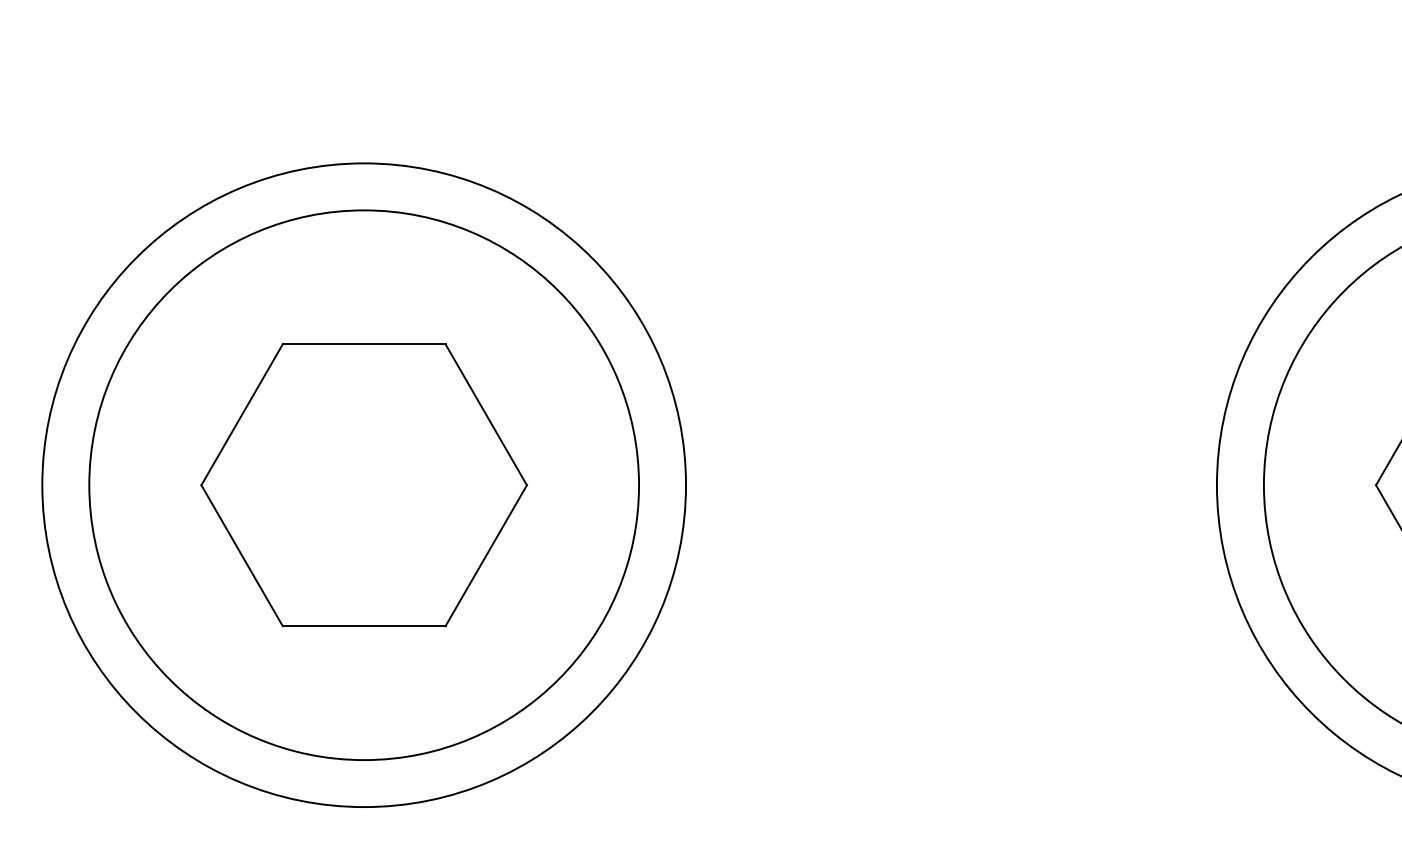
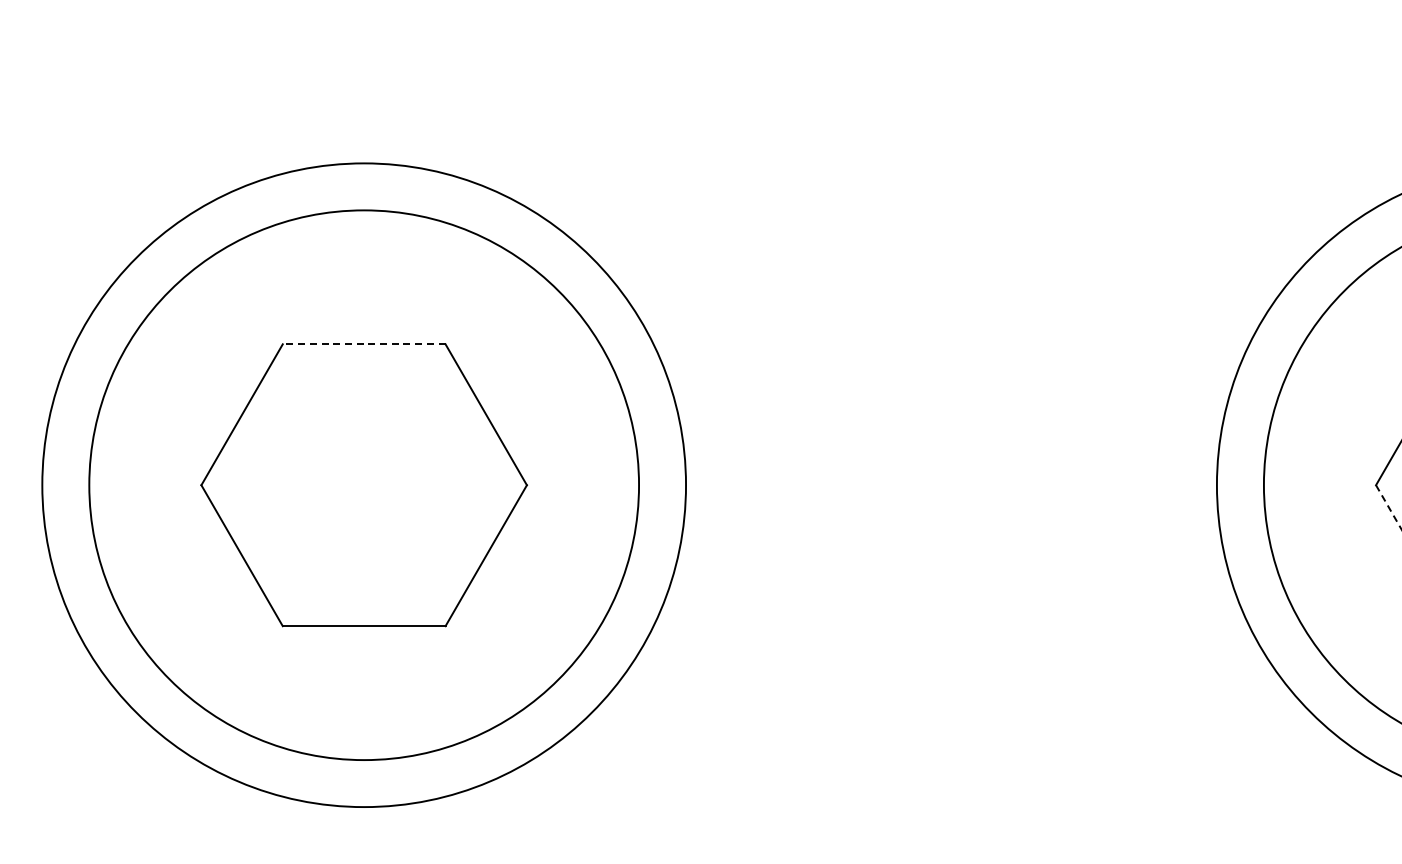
line at (363, 344): solid -> dashed
line at (1389, 507): solid -> dashed
